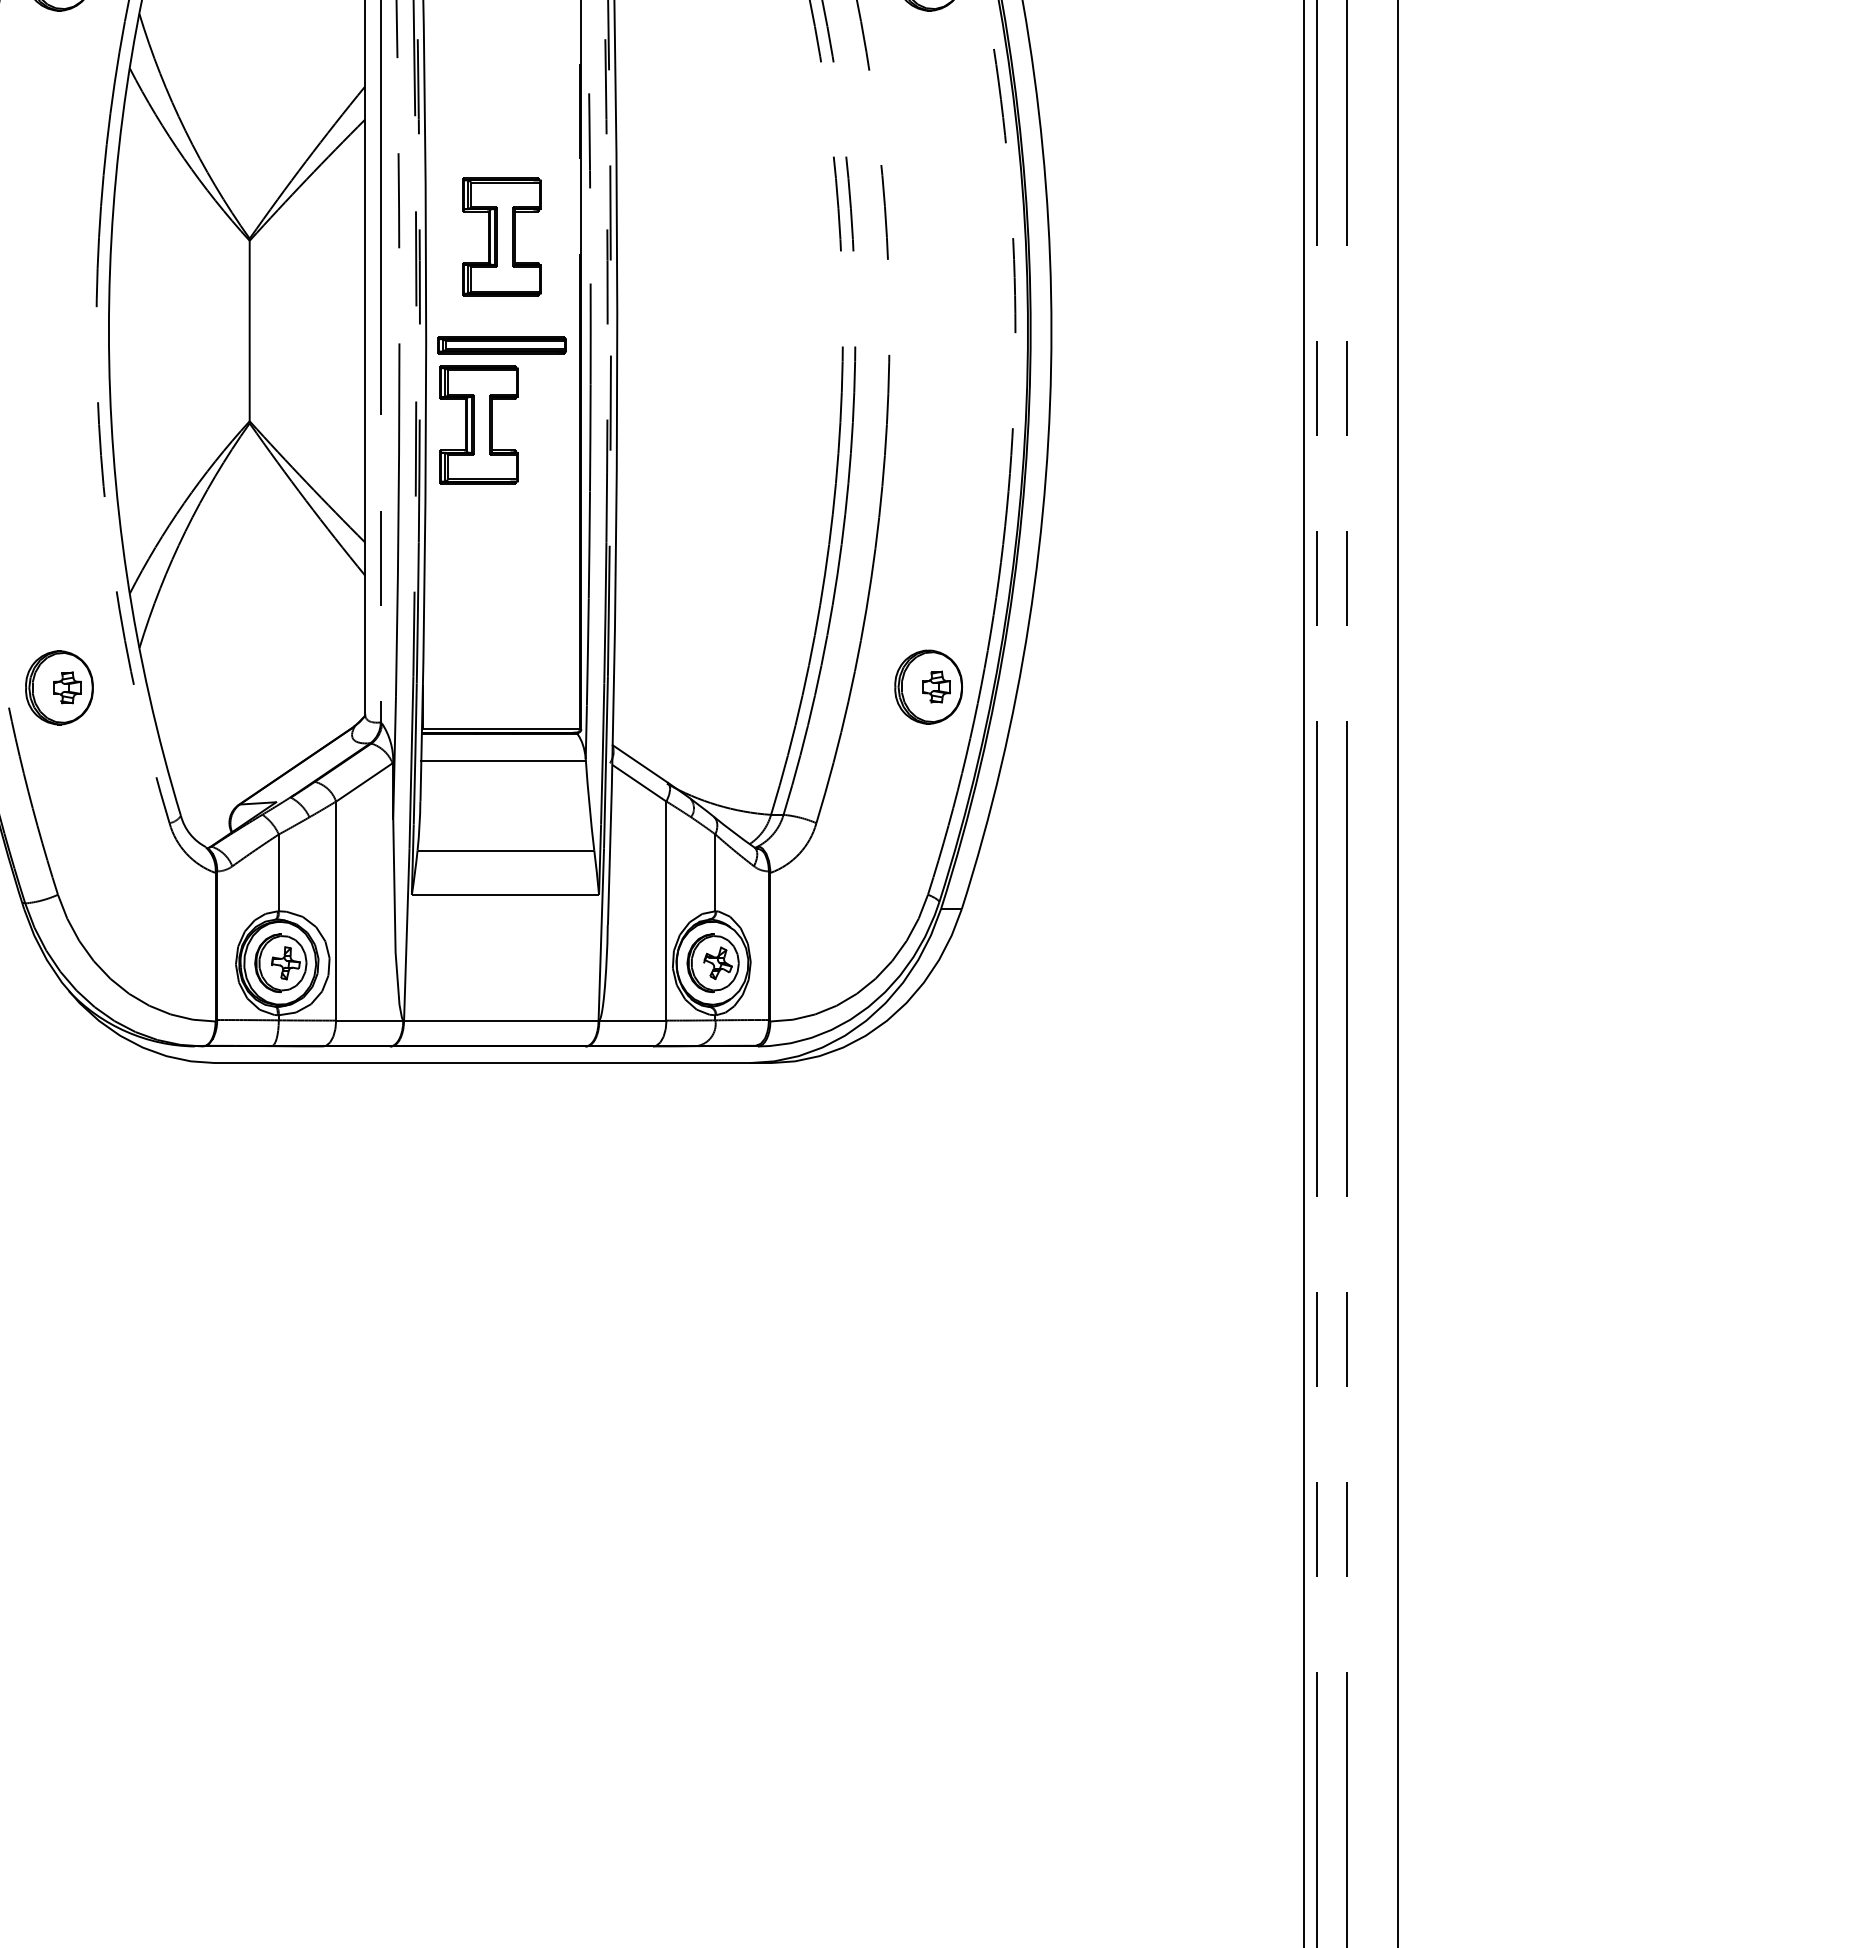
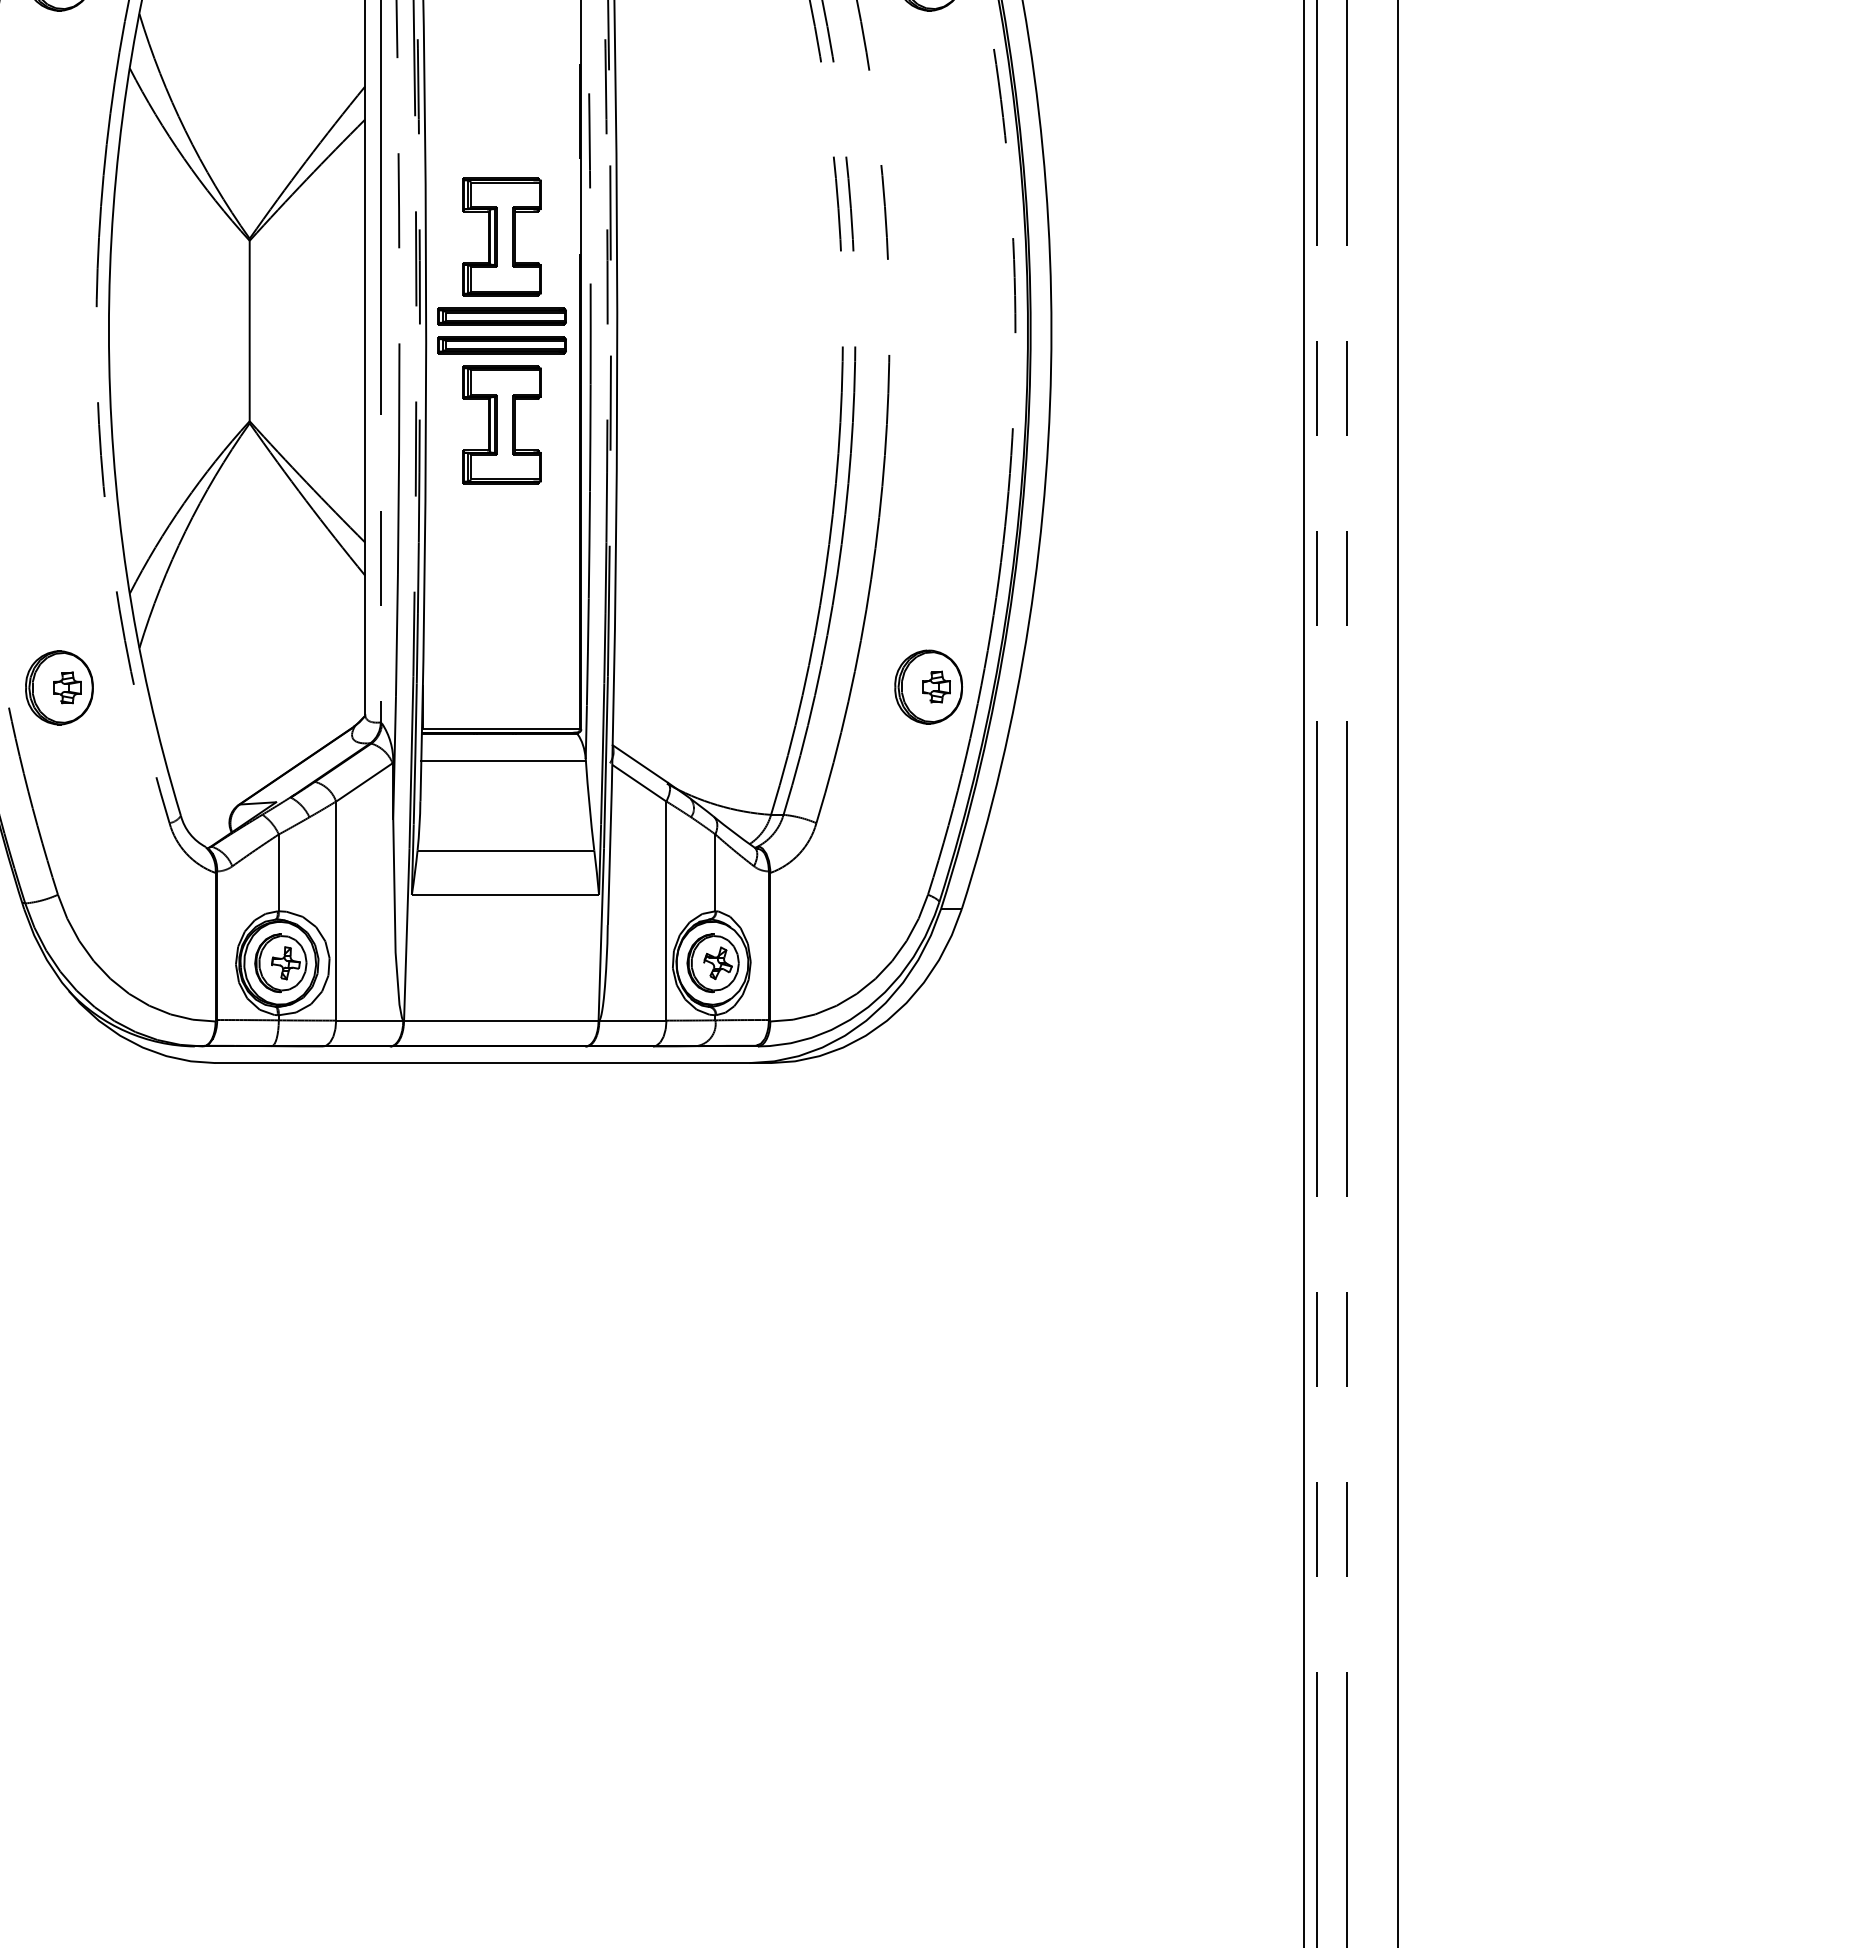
part at (501, 316): none -> present
part at (478, 424) position: (478, 424) -> (501, 424)
